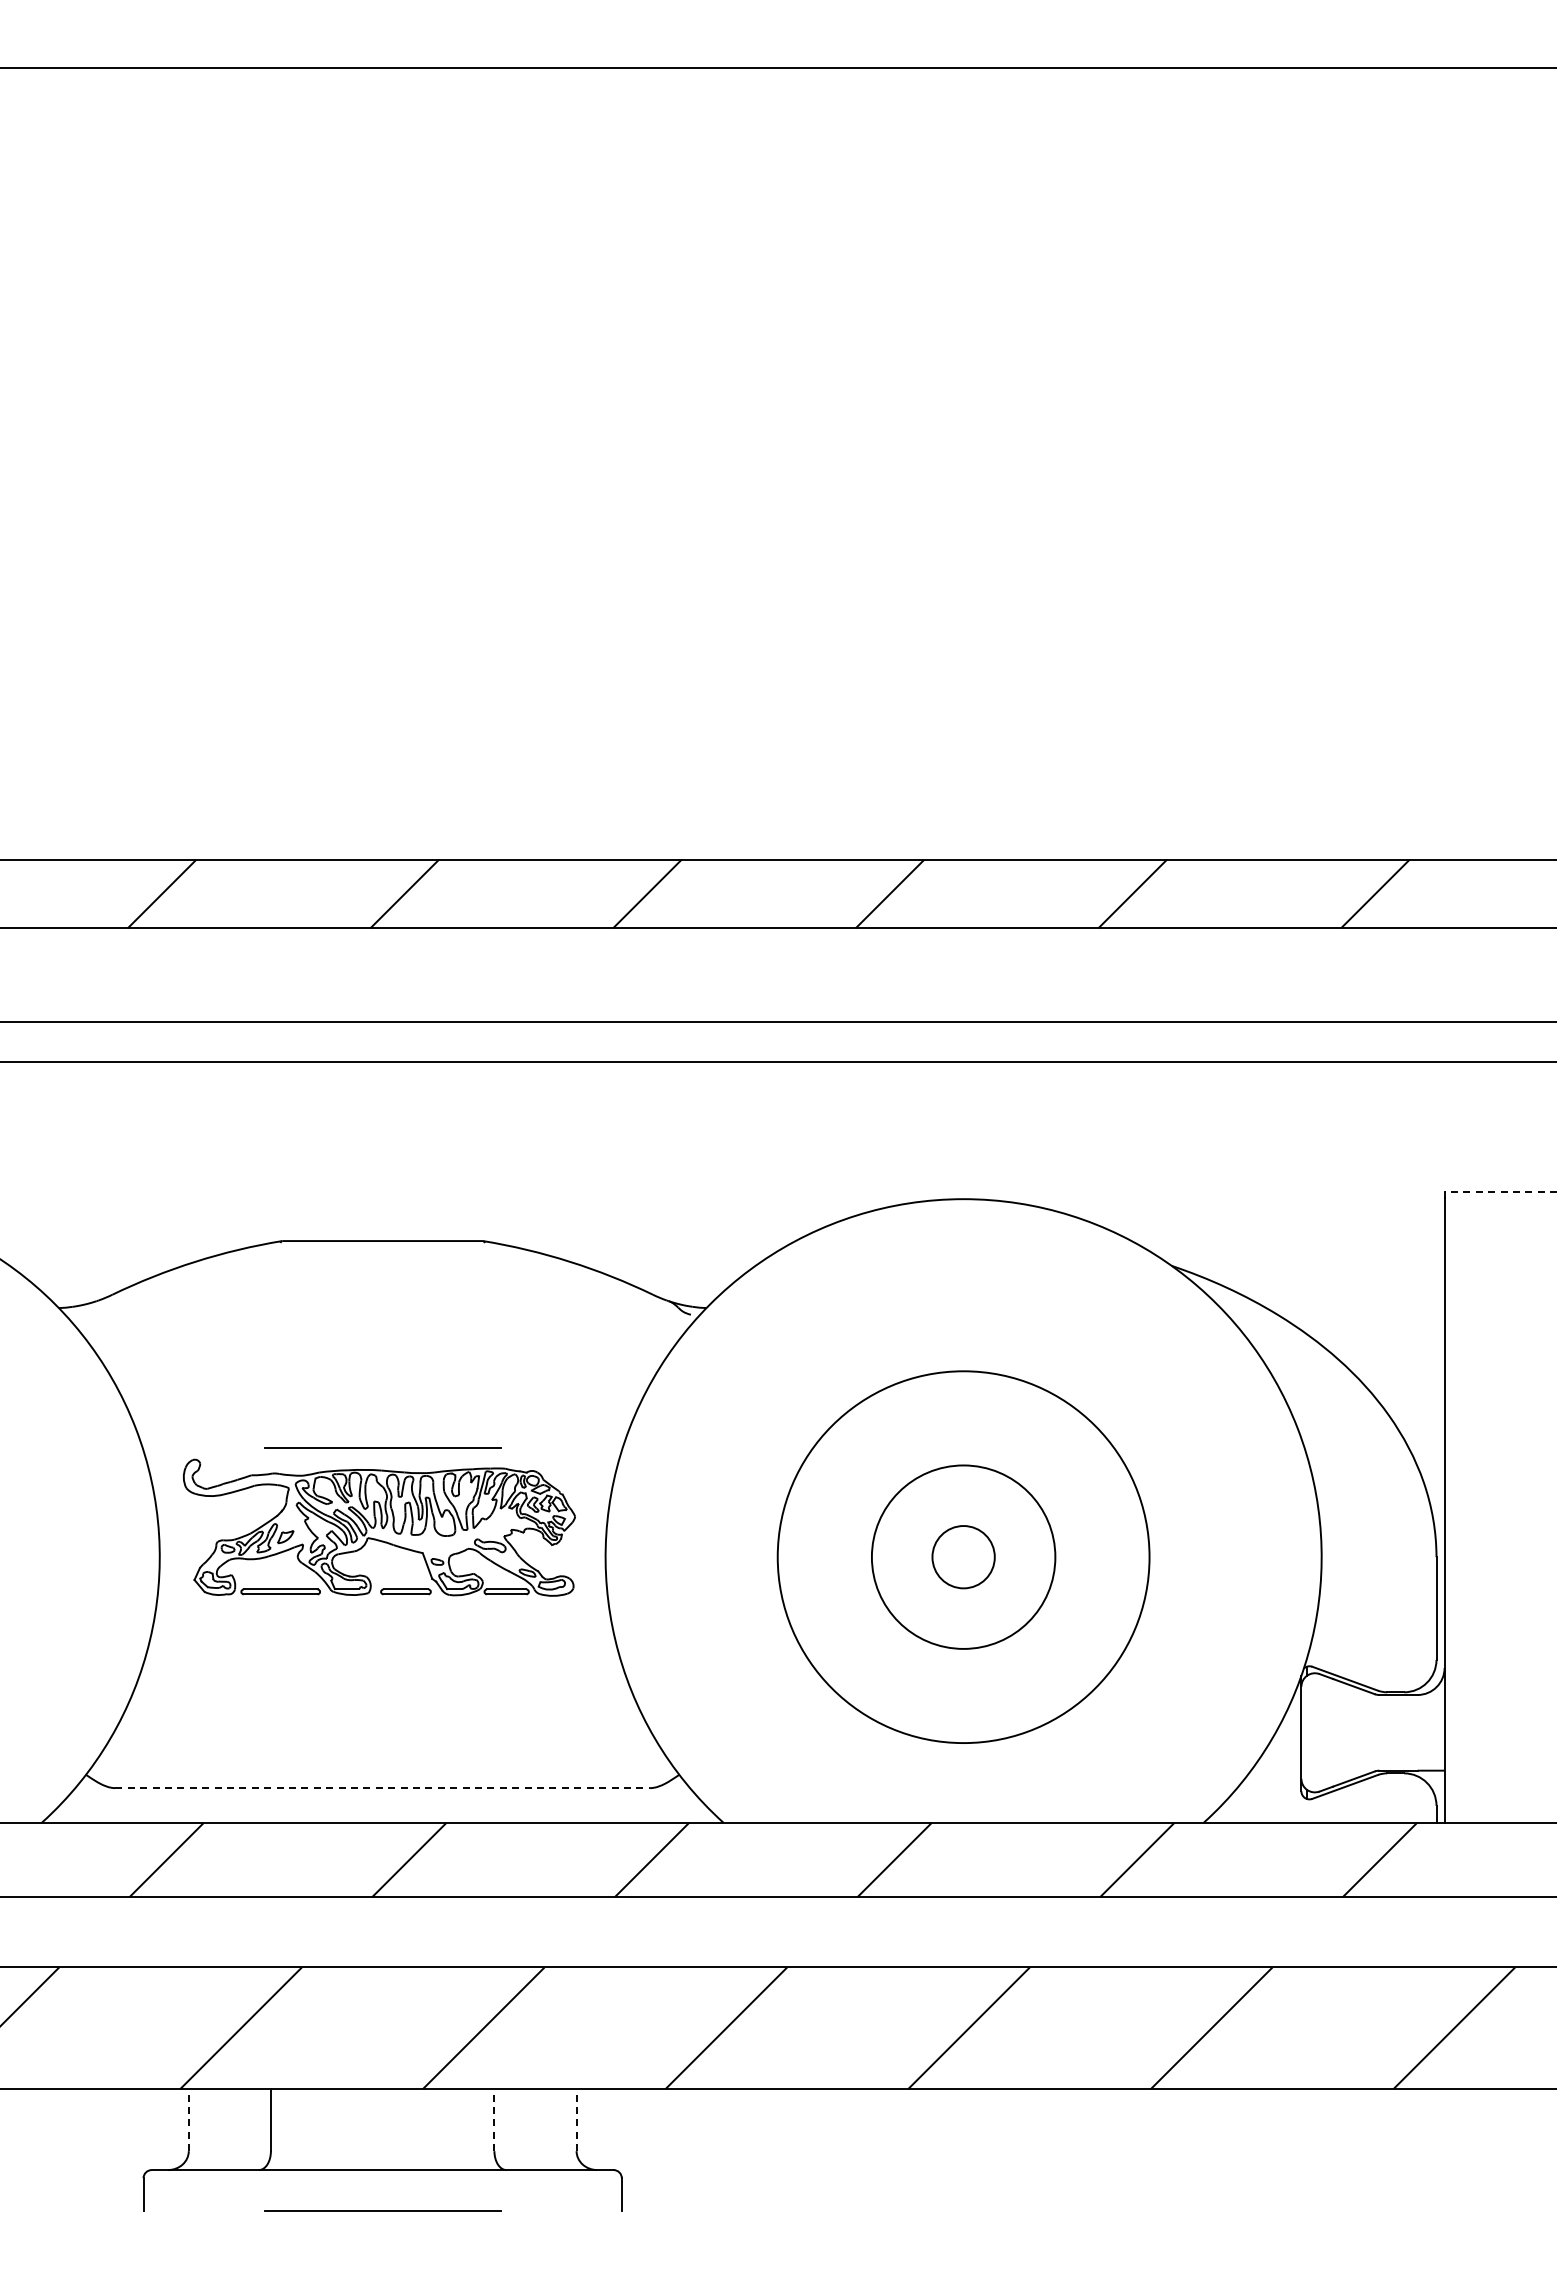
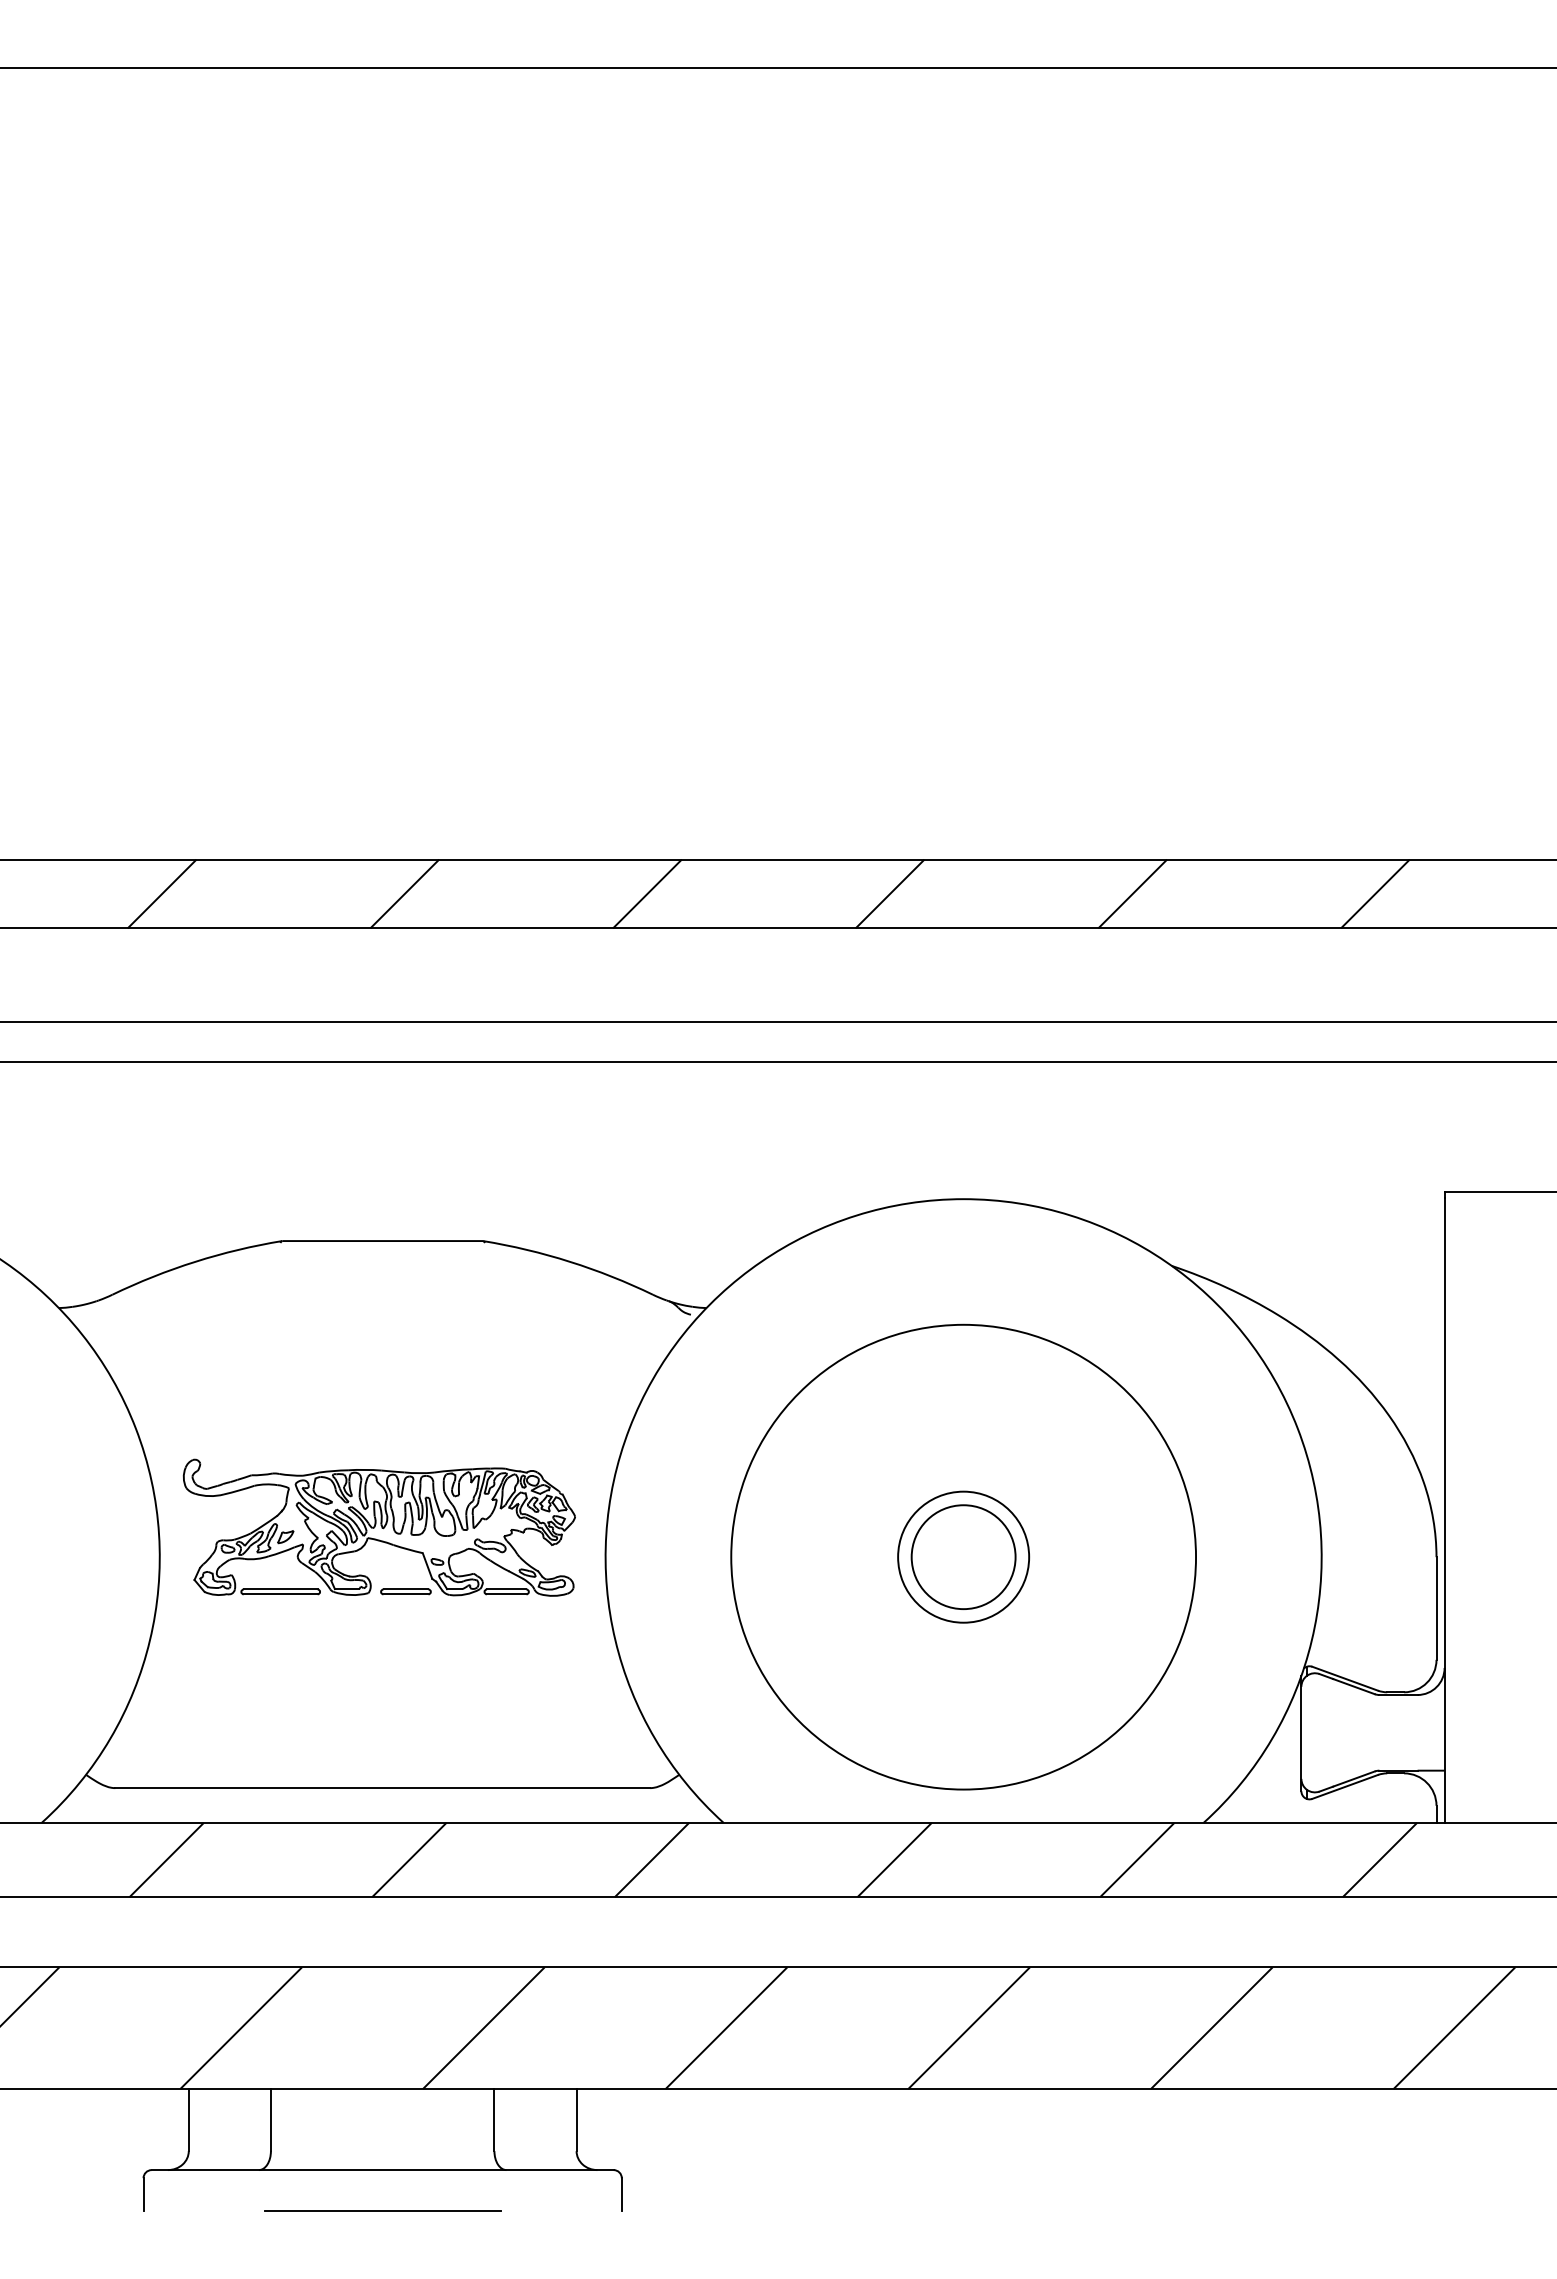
line at (1499, 1192): dashed -> solid
line at (382, 1447): present -> none
circle at (963, 1556) diameter: 183 px -> 131 px
circle at (963, 1557) diameter: 372 px -> 465 px
circle at (963, 1557) diameter: 62 px -> 104 px
line at (383, 1788): dashed -> solid
line at (188, 2119): dashed -> solid
line at (494, 2119): dashed -> solid
line at (576, 2119): dashed -> solid
